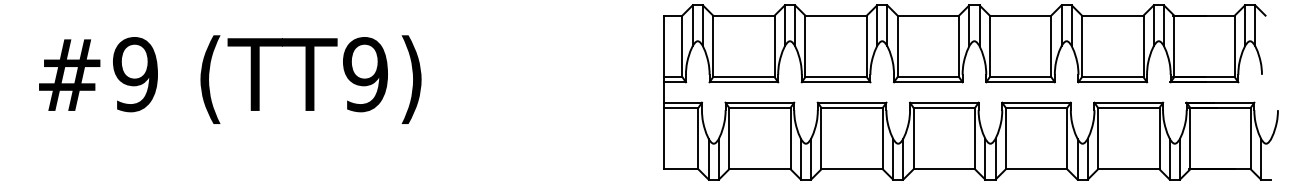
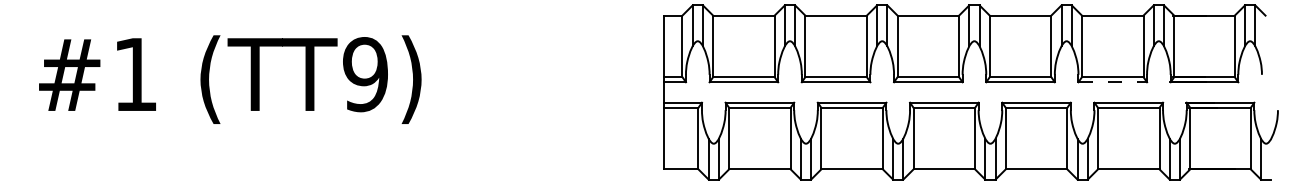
text at (135, 74): #9 -> #1
line at (1113, 82): solid -> dashed
